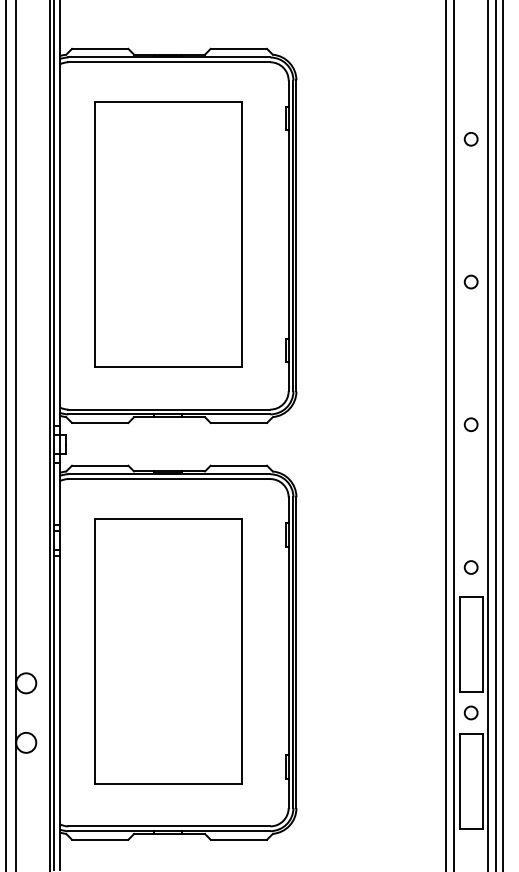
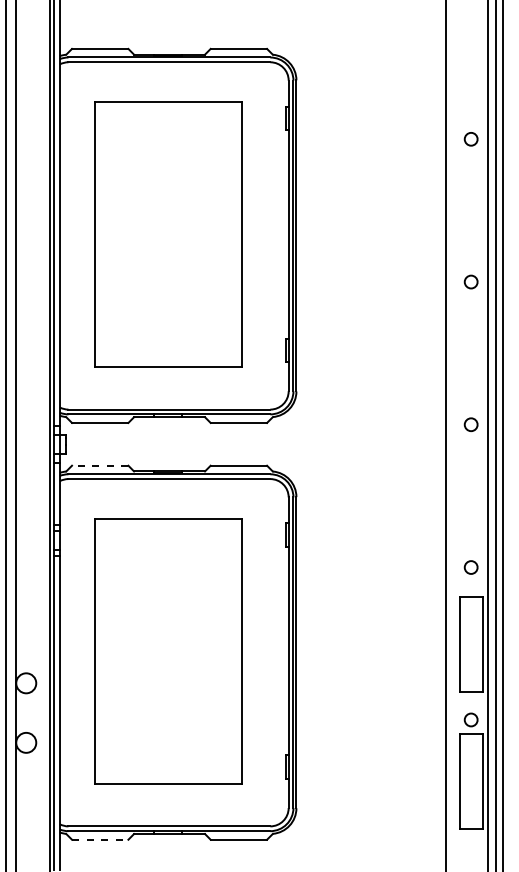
line at (454, 435): present -> none
line at (99, 465): solid -> dashed
circle at (470, 712) position: (470, 712) -> (470, 719)
line at (100, 839): solid -> dashed
